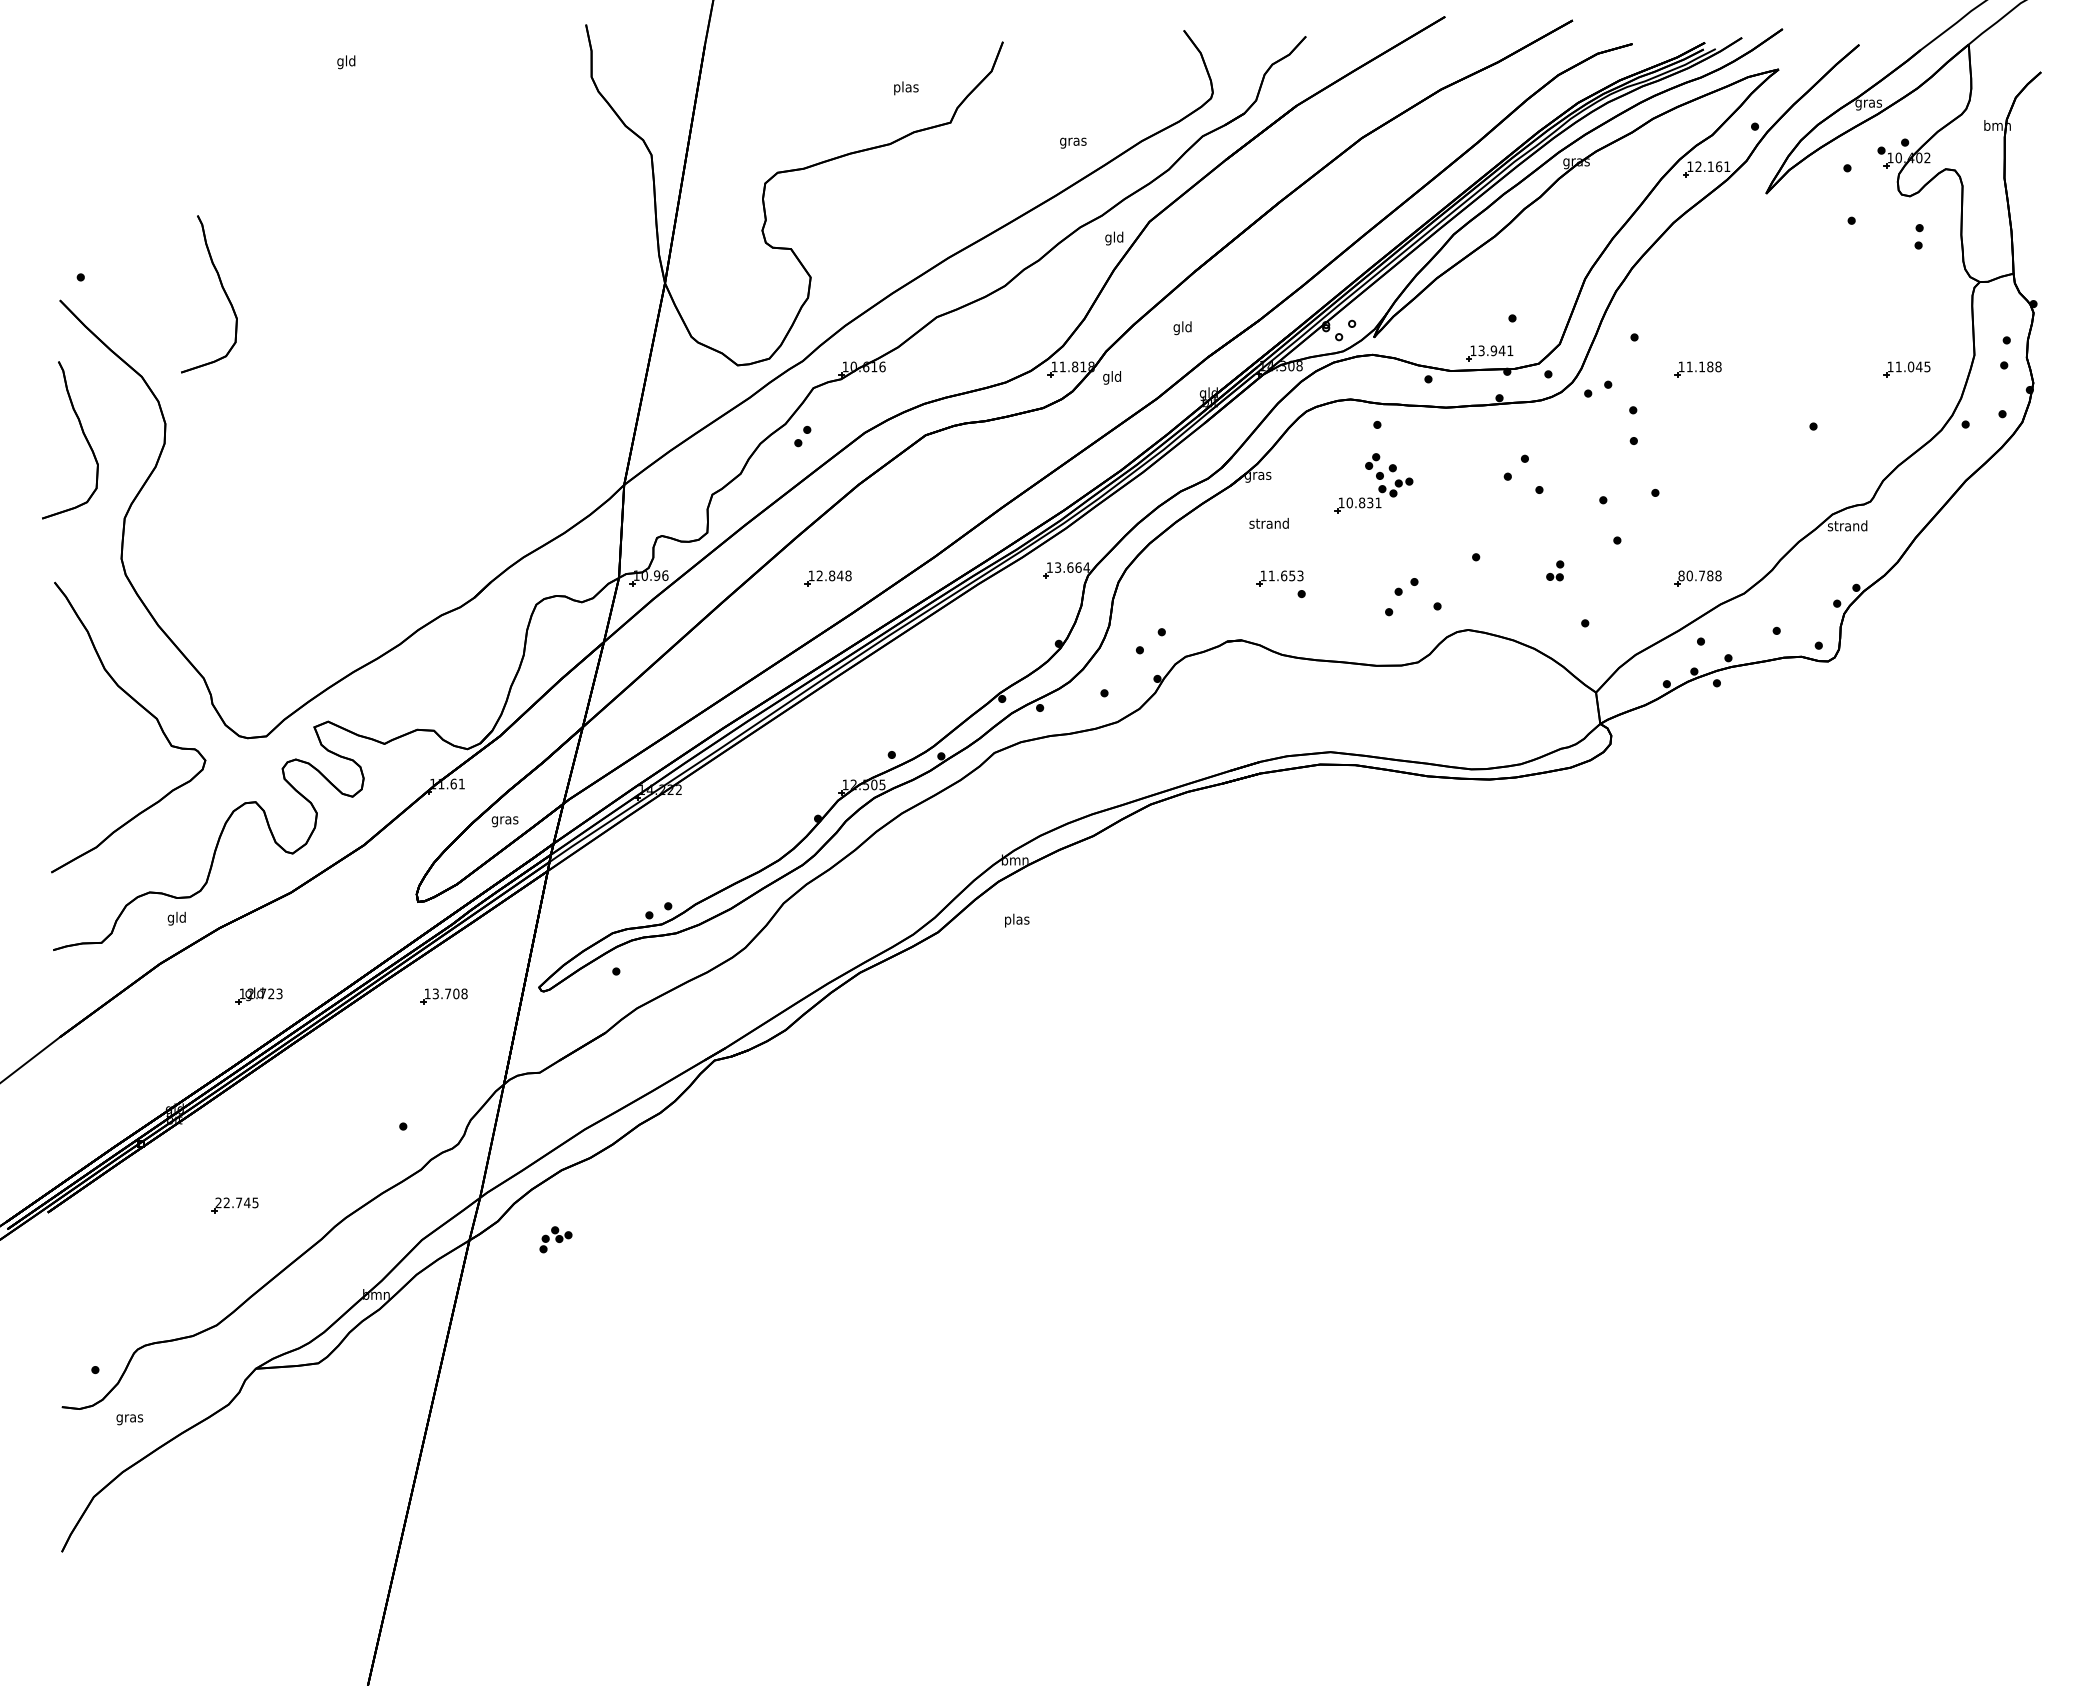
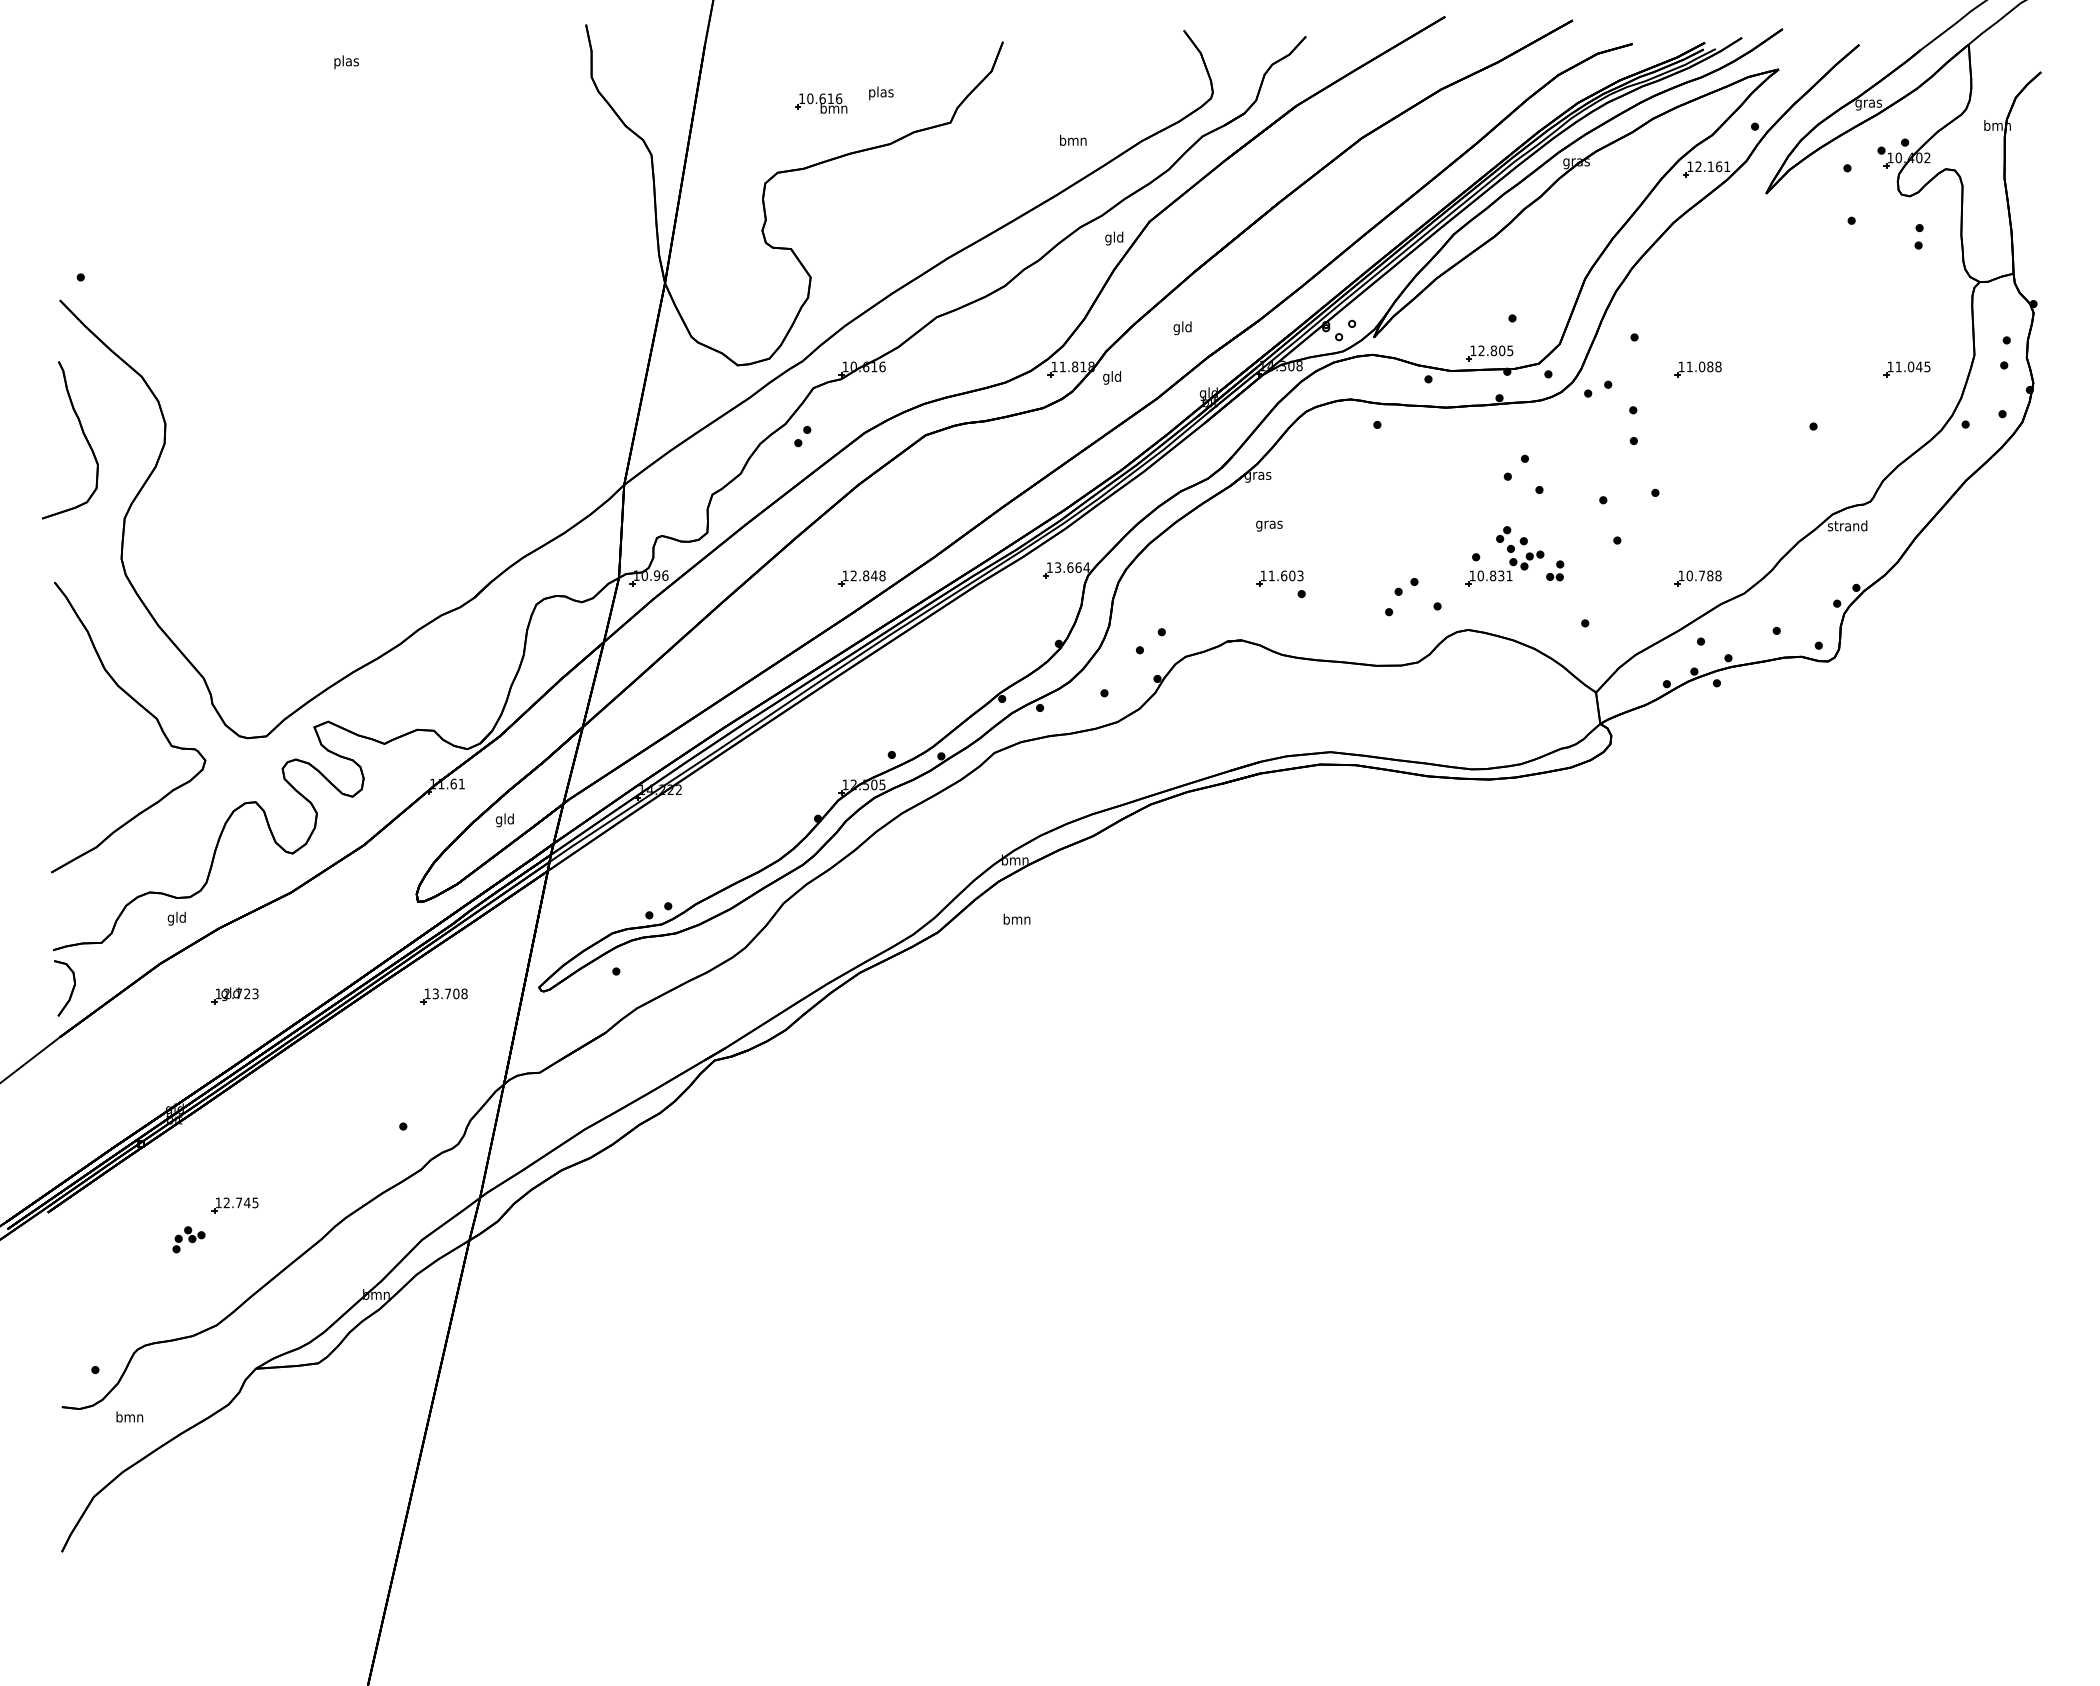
text at (346, 62): gld -> plas
text at (906, 88) position: (906, 88) -> (881, 93)
part at (821, 103): none -> present
text at (1073, 141): gras -> bmn
part at (221, 287): present -> none
text at (1495, 350): 13.941 -> 12.805
text at (1702, 366): 11.188 -> 11.088
part at (1373, 483) position: (1373, 483) -> (1504, 556)
text at (1268, 524): strand -> gras
text at (1292, 575): 11.653 -> 11.603
text at (1681, 575): 80.788 -> 10.788
part at (827, 578) position: (827, 578) -> (861, 578)
text at (504, 820): gras -> gld
text at (1016, 920): plas -> bmn
part at (71, 990): none -> present
part at (258, 995) position: (258, 995) -> (234, 995)
text at (218, 1202): 22.745 -> 12.745
part at (555, 1239) position: (555, 1239) -> (188, 1239)
text at (129, 1418): gras -> bmn
